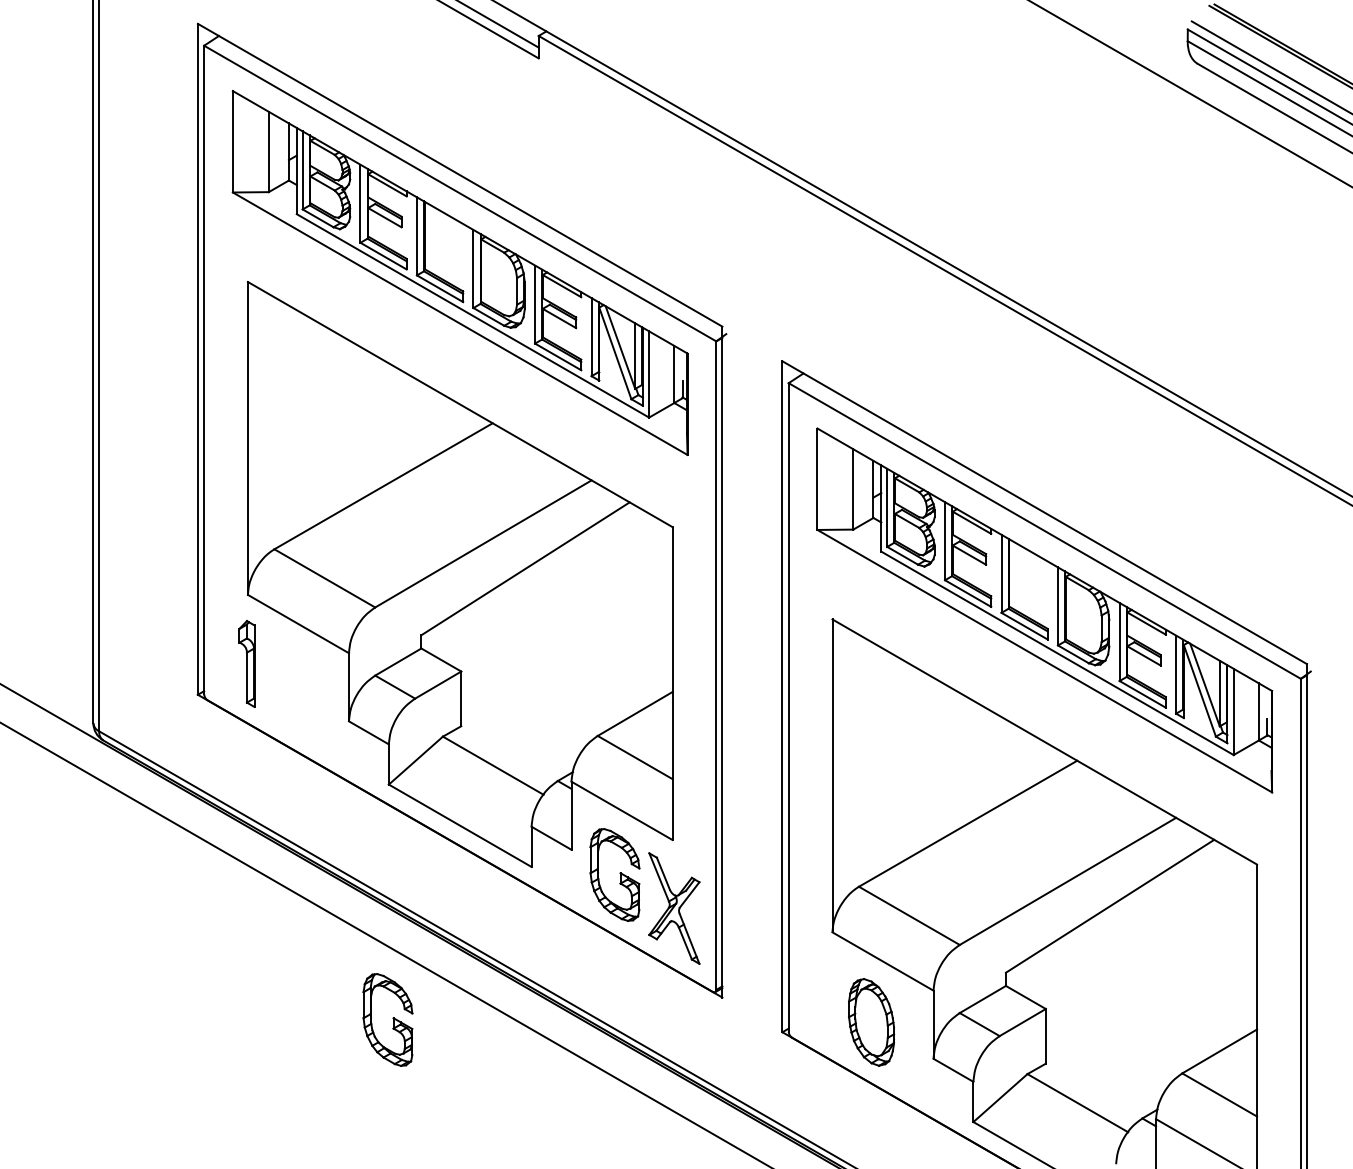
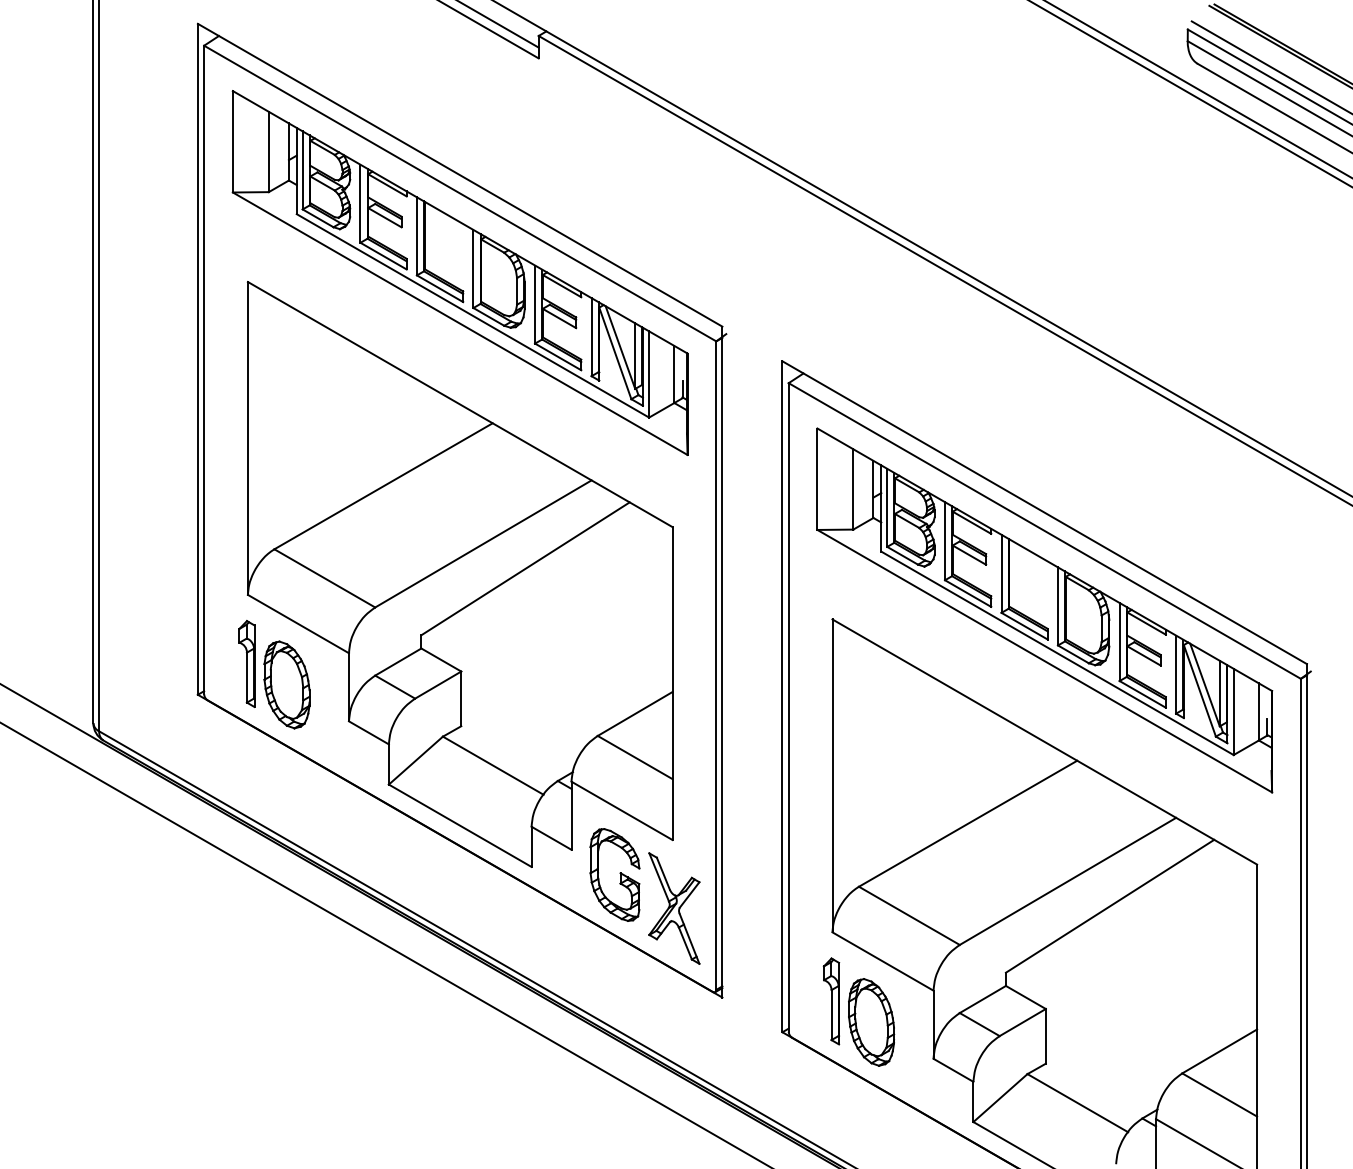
line at (1198, 89): none -> present
part at (286, 684): none -> present
part at (831, 1001): none -> present
part at (387, 1019): present -> none
